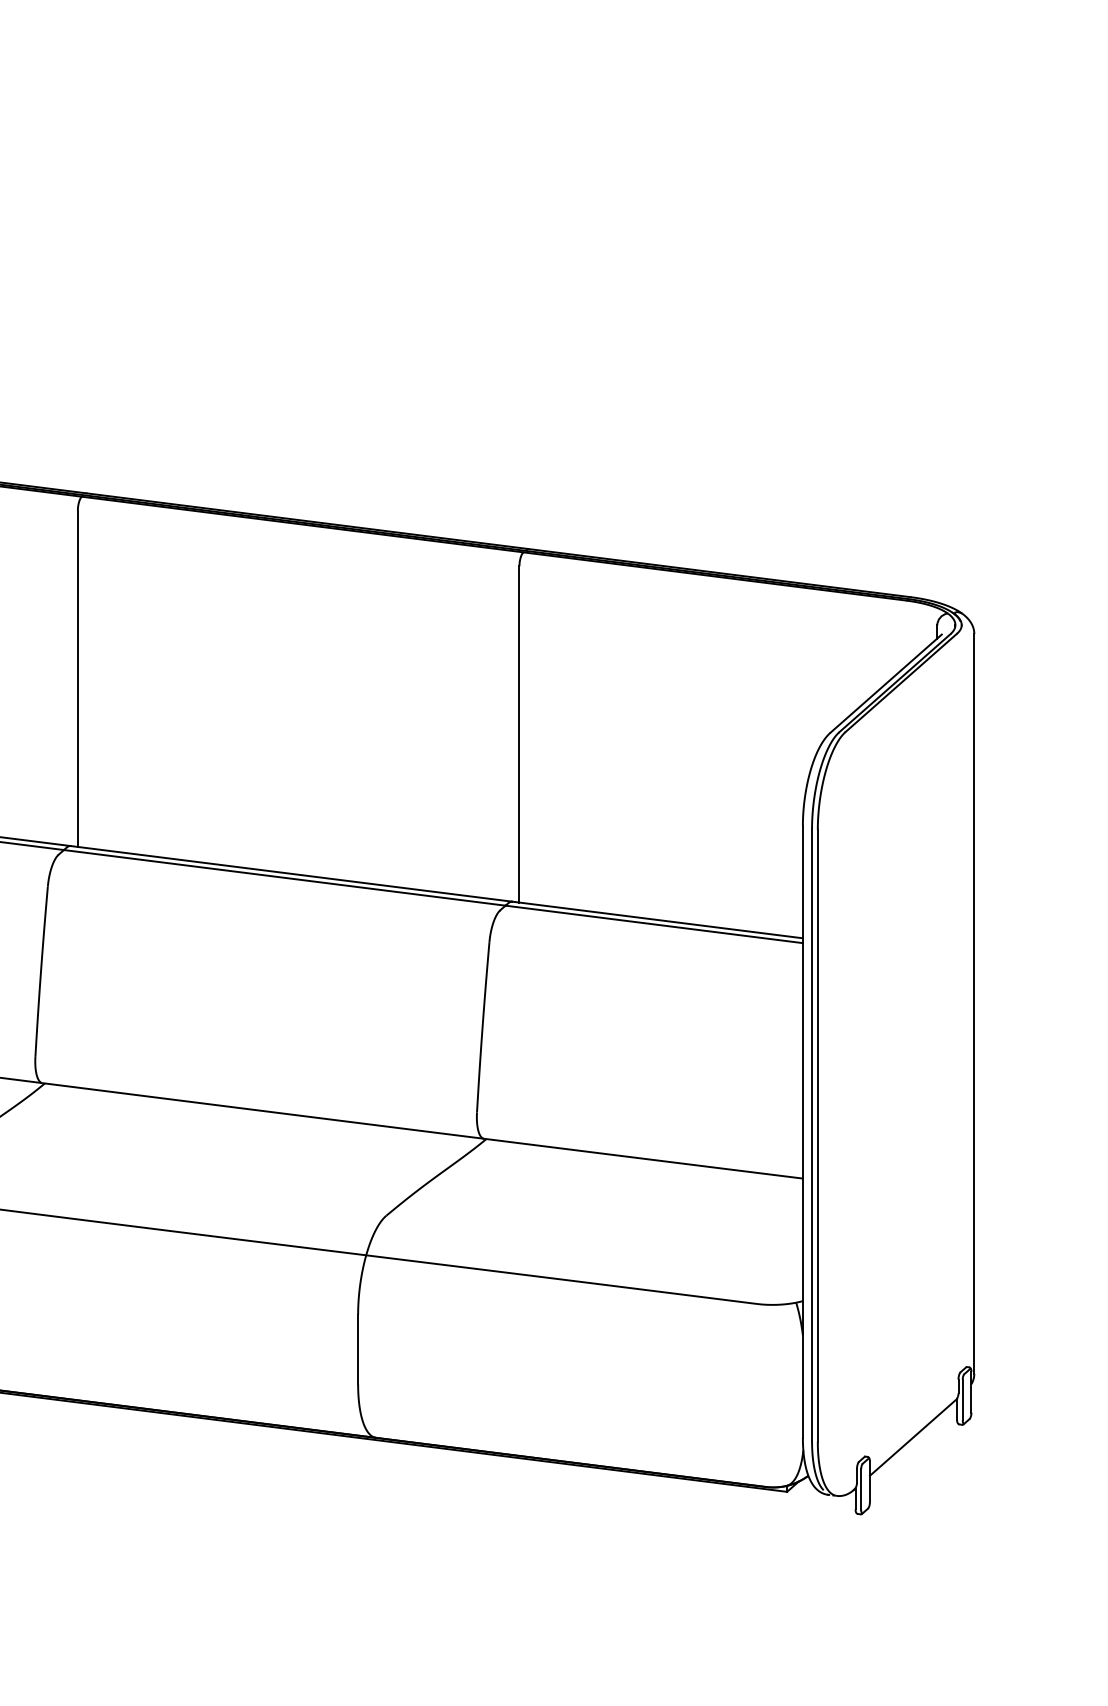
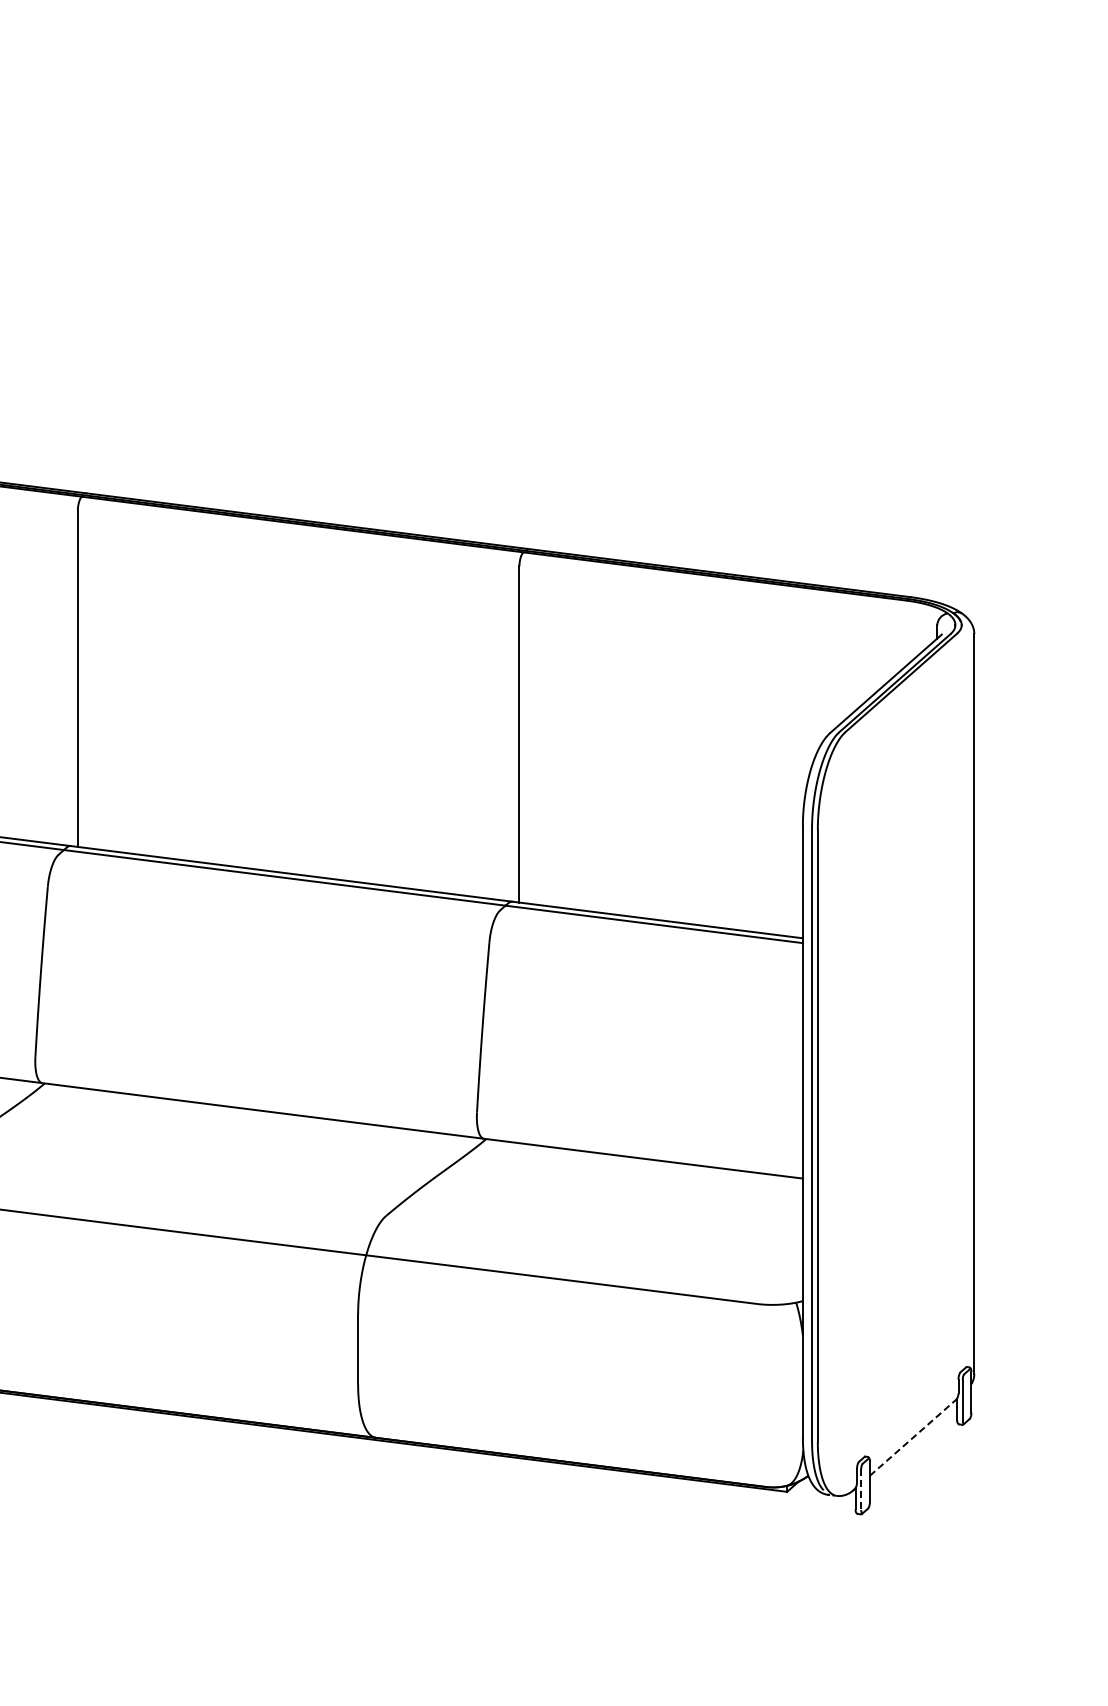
line at (913, 1437): solid -> dashed
line at (861, 1490): solid -> dashed
